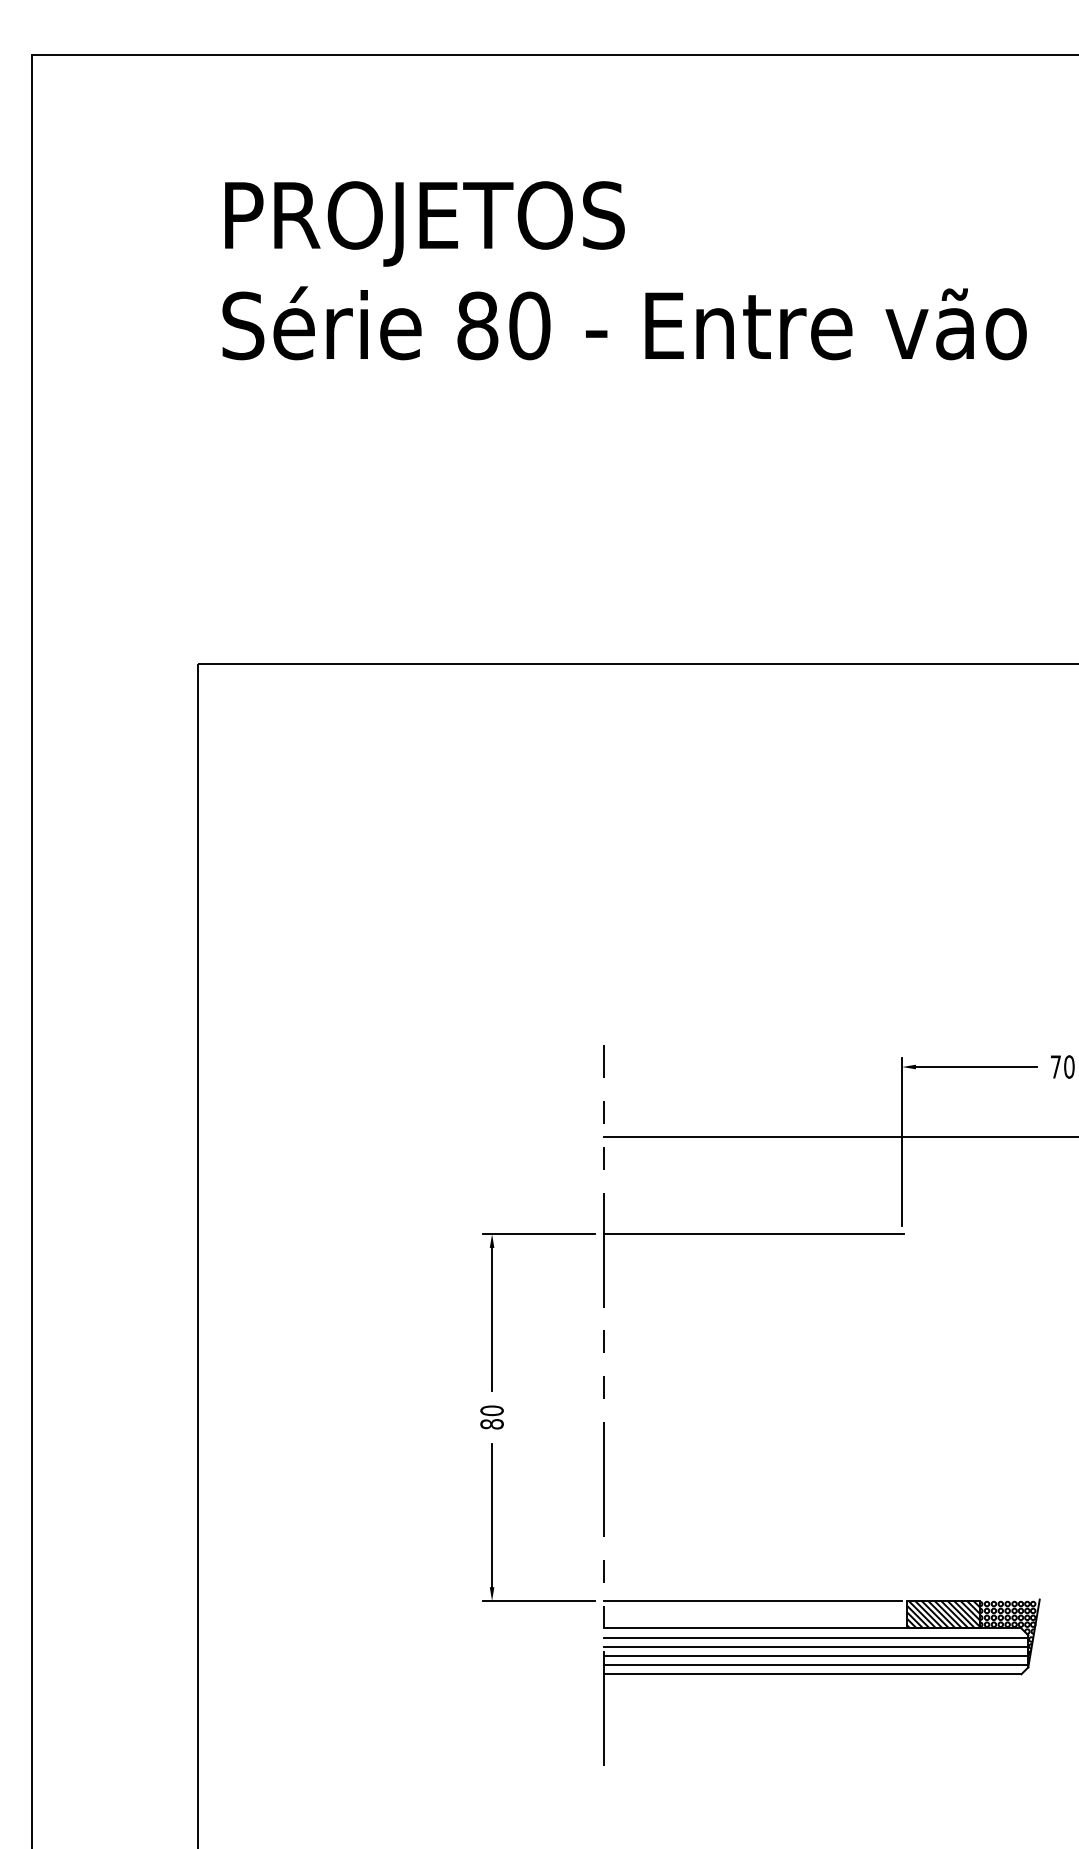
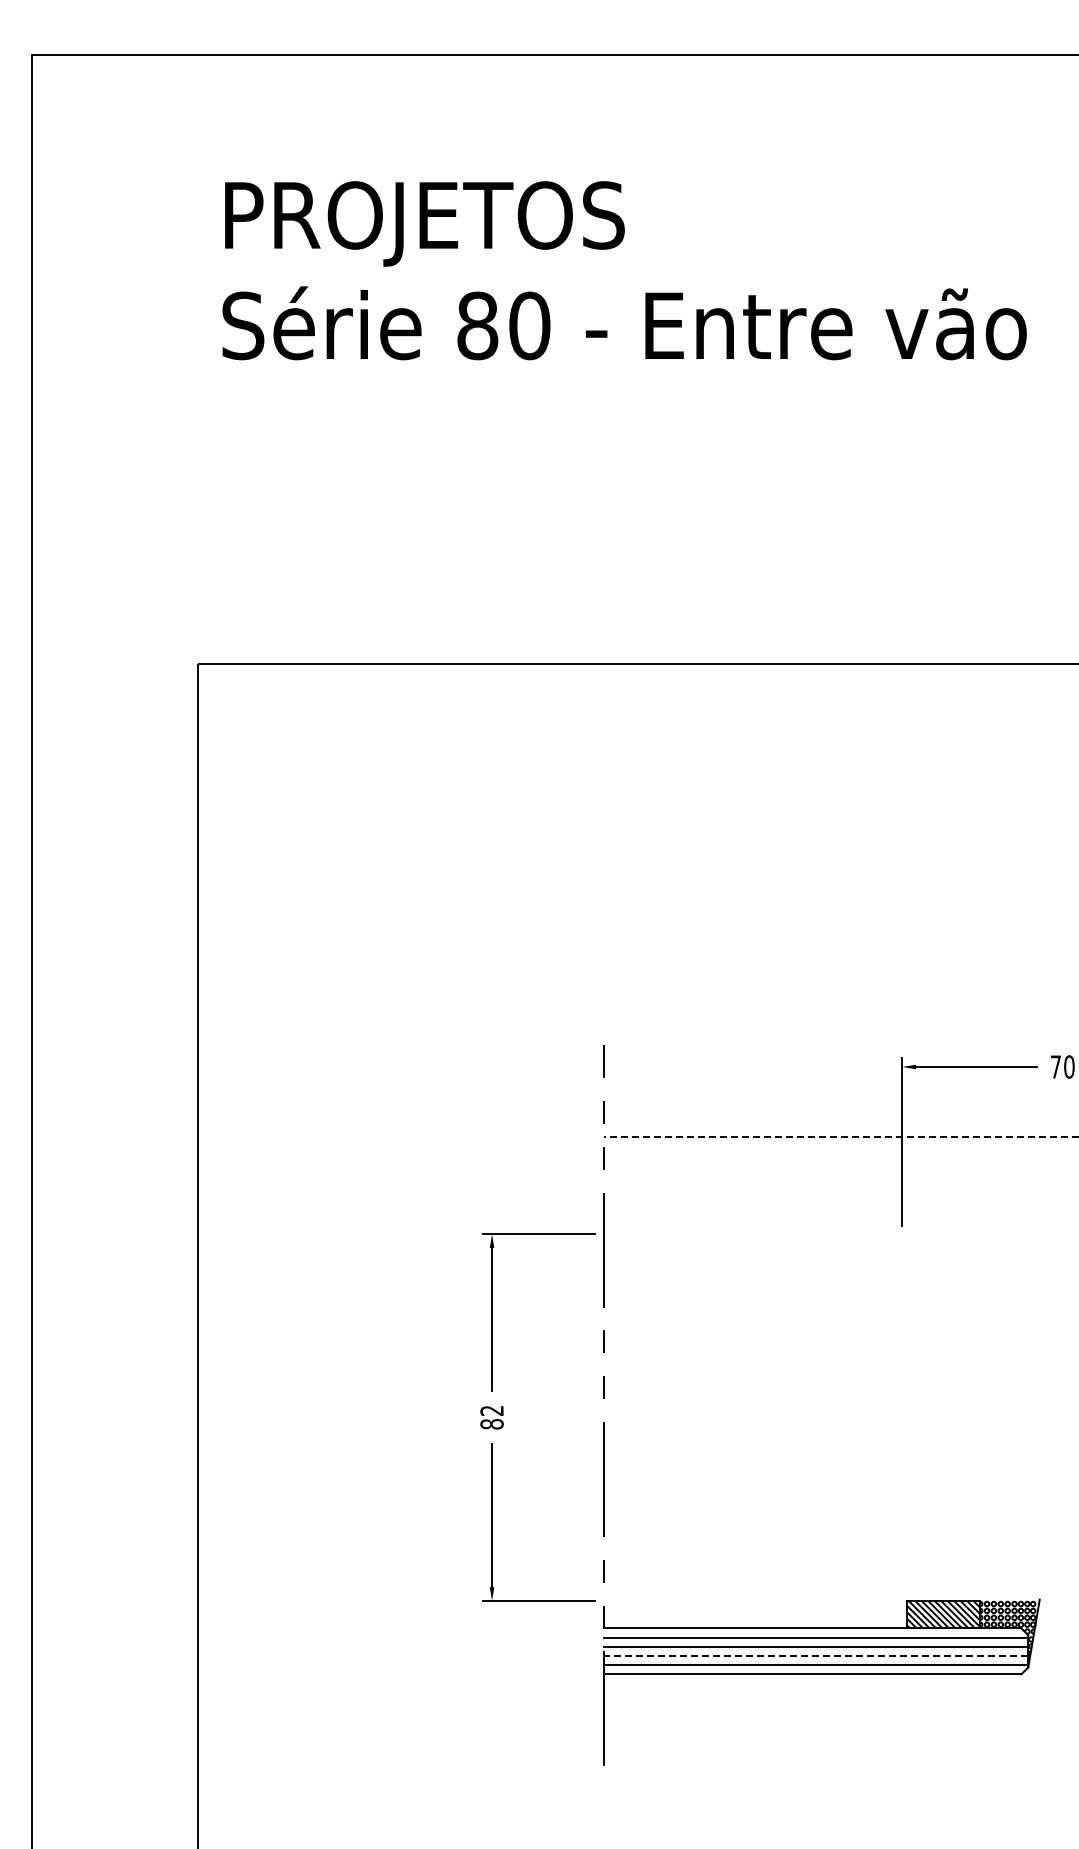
line at (841, 1136): solid -> dashed
line at (753, 1234): present -> none
text at (491, 1410): 80 -> 82
line at (753, 1600): present -> none
line at (815, 1655): solid -> dashed
